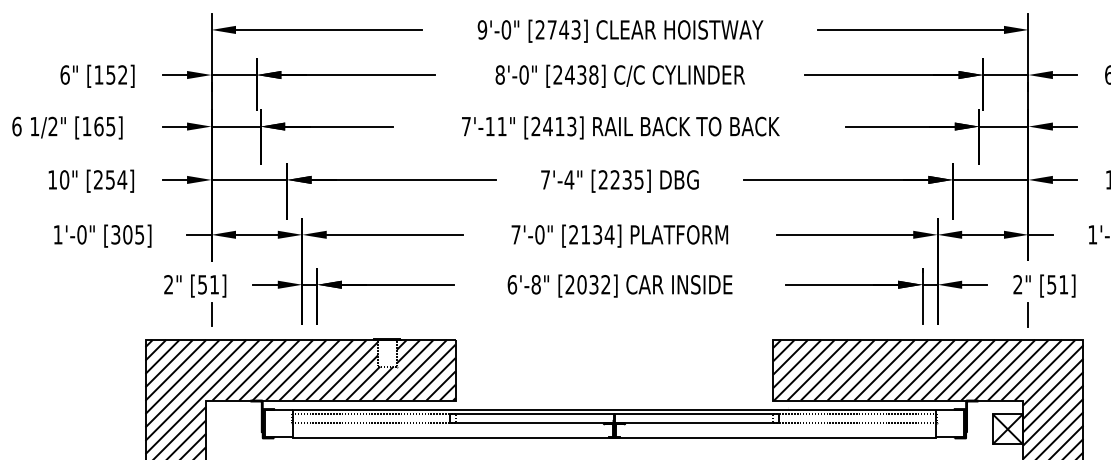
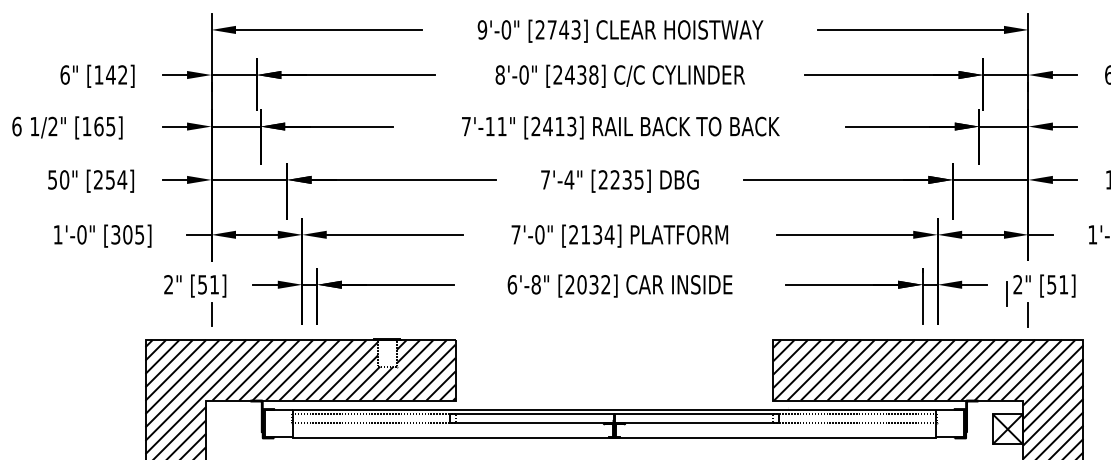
text at (110, 74): [152] -> [142]
text at (52, 179): 10" -> 50"
line at (1006, 293): none -> present
